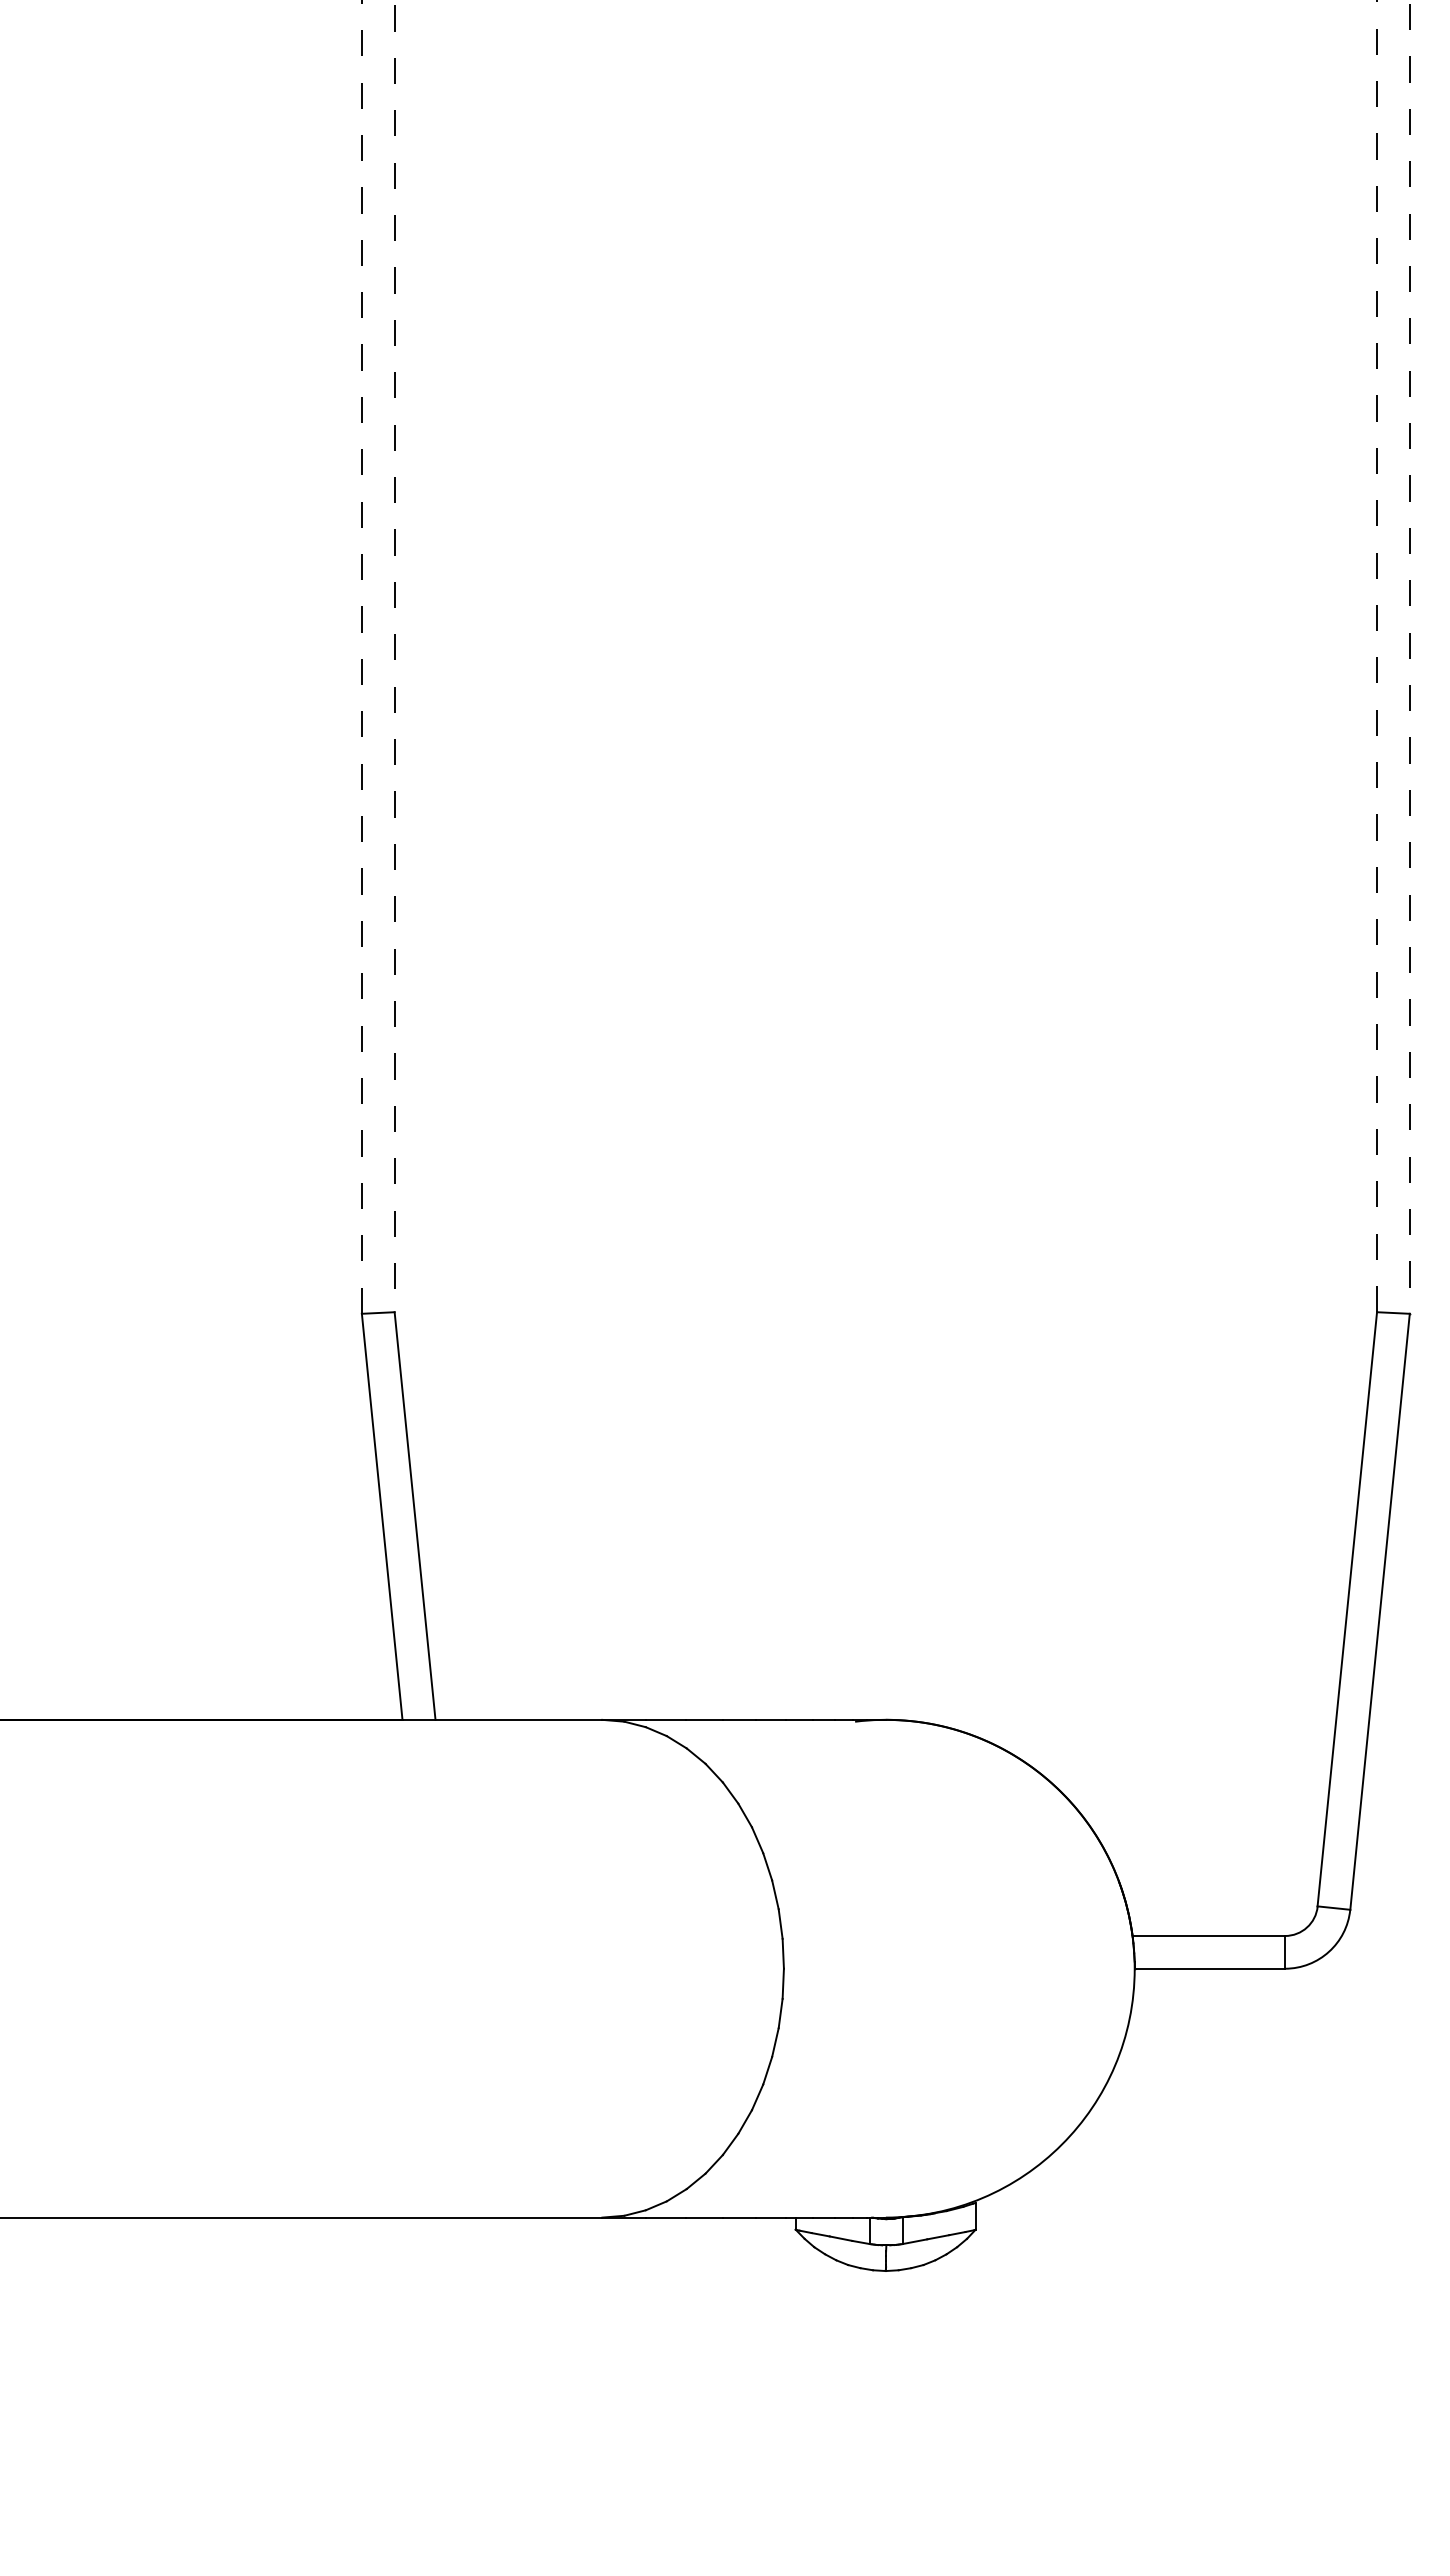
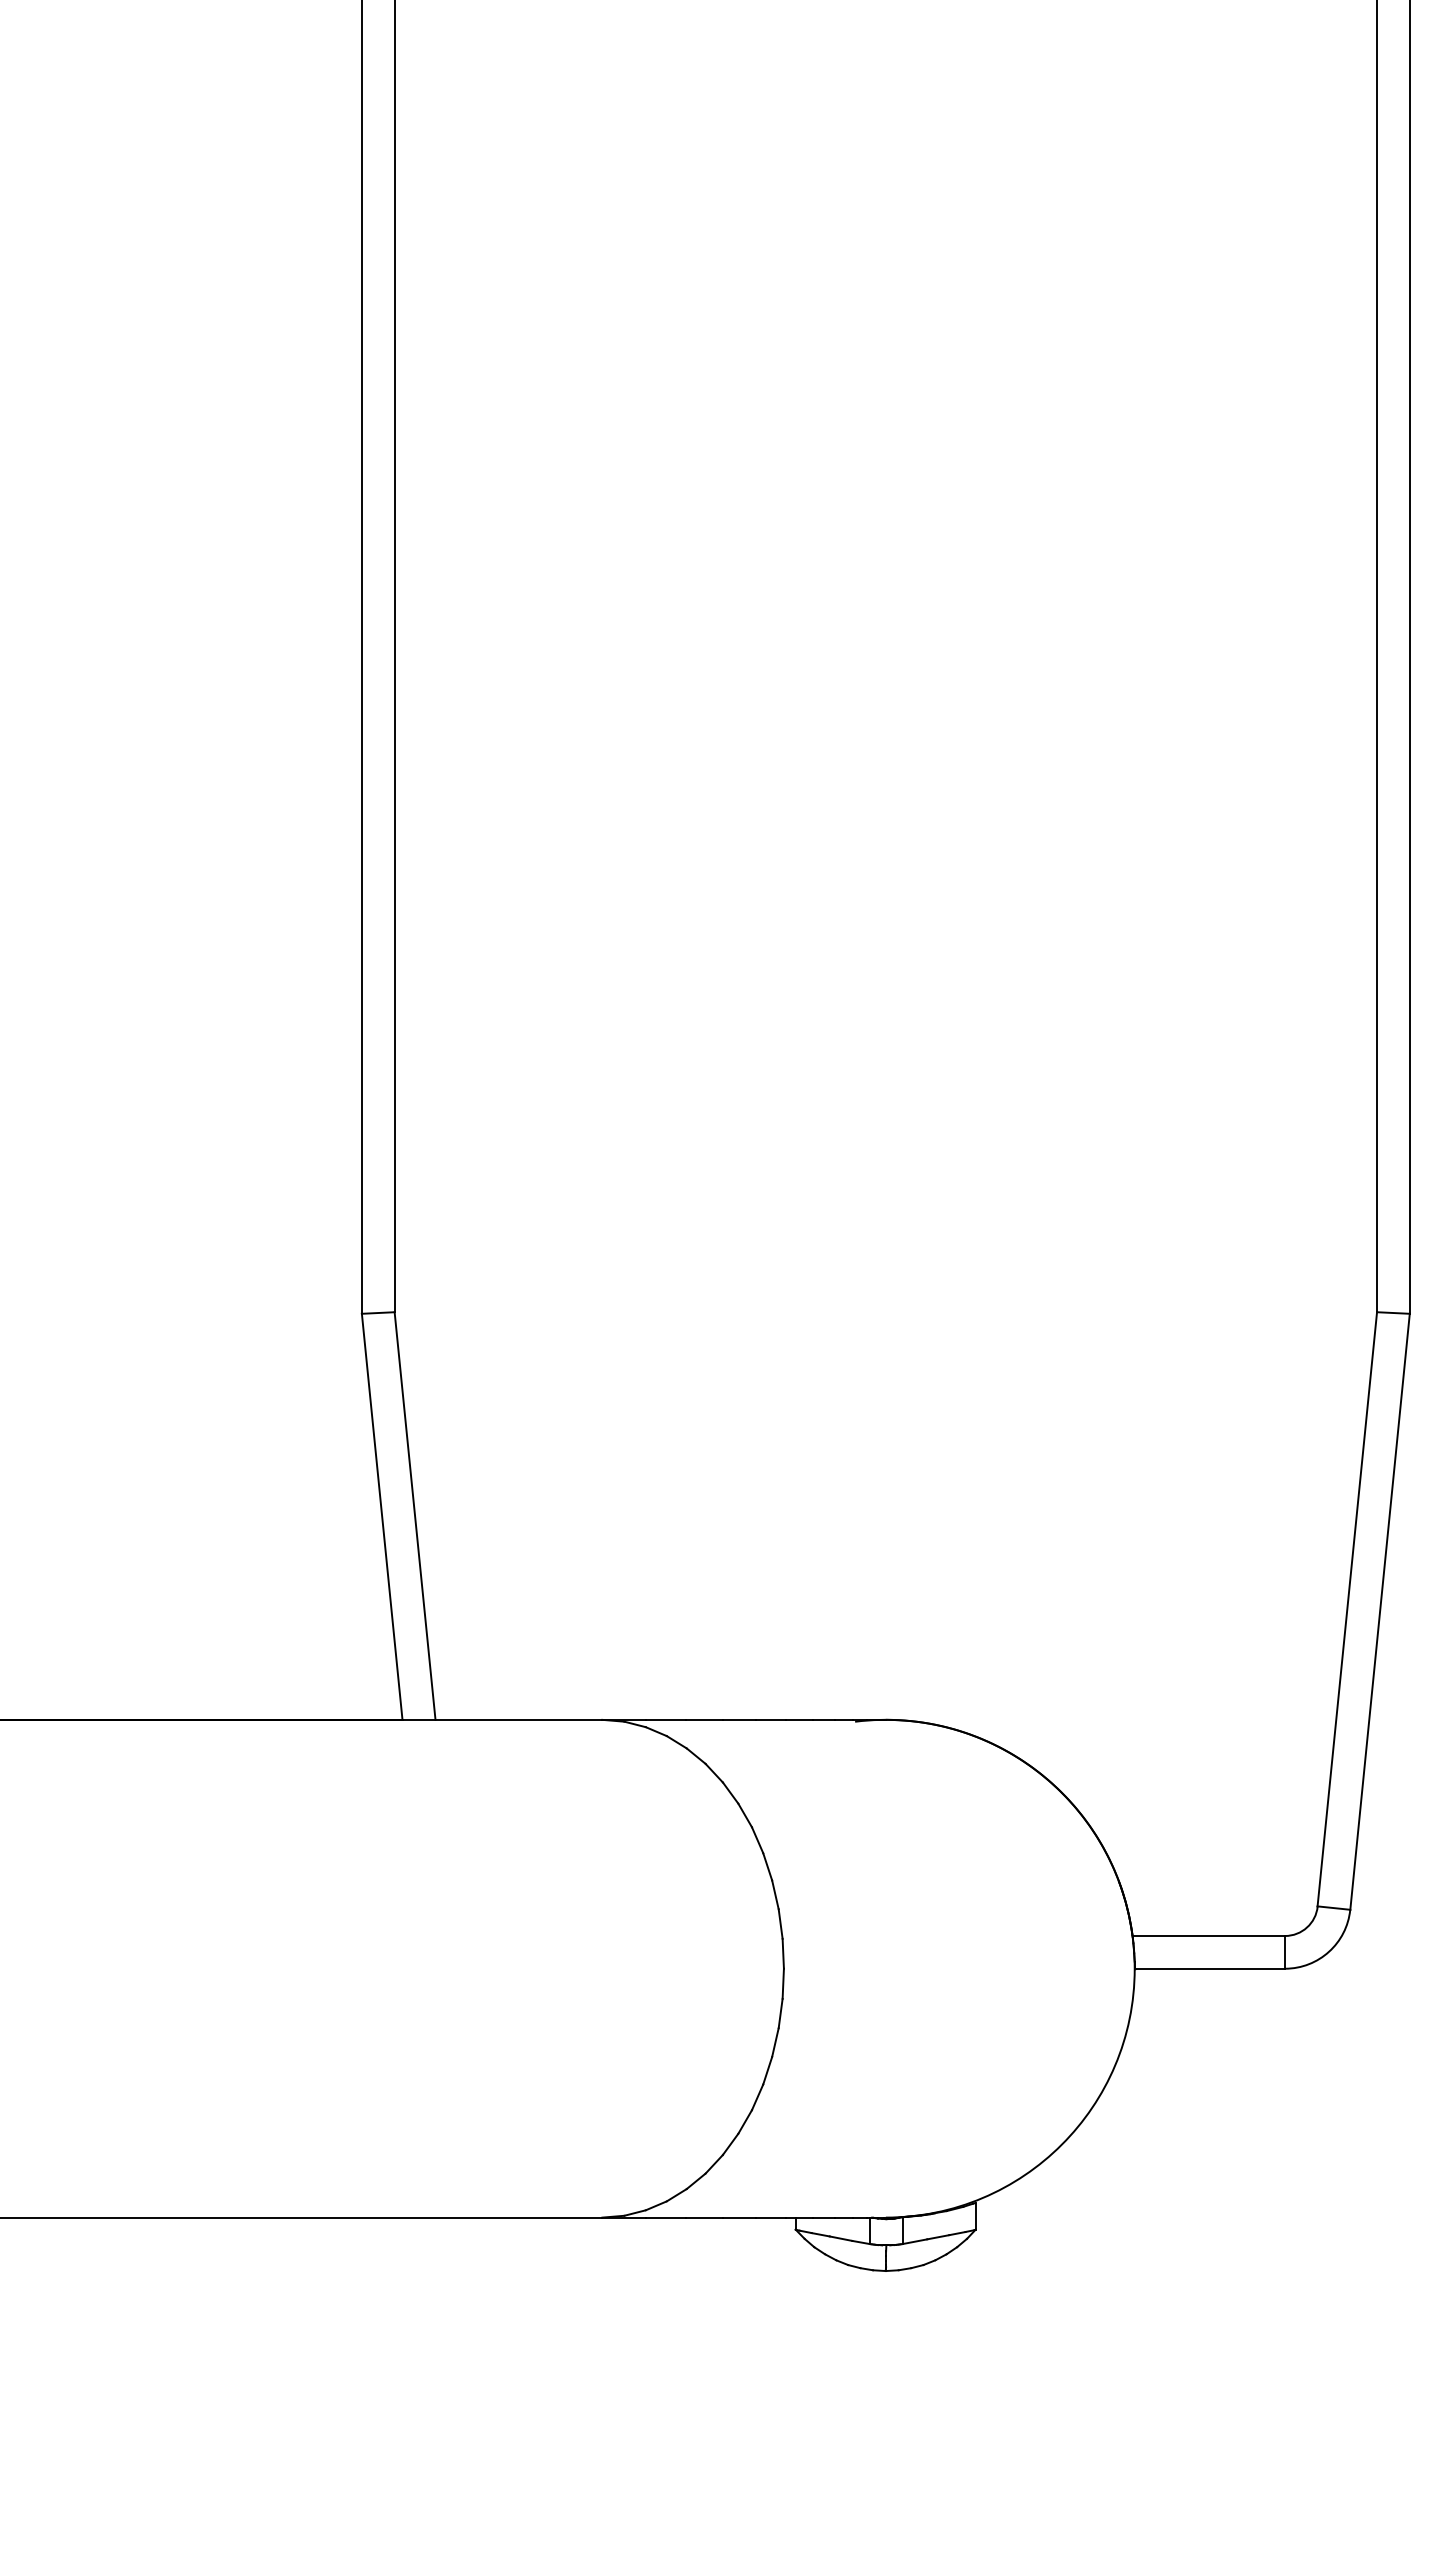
line at (361, 656): dashed -> solid
line at (394, 656): dashed -> solid
line at (1377, 656): dashed -> solid
line at (1409, 657): dashed -> solid
